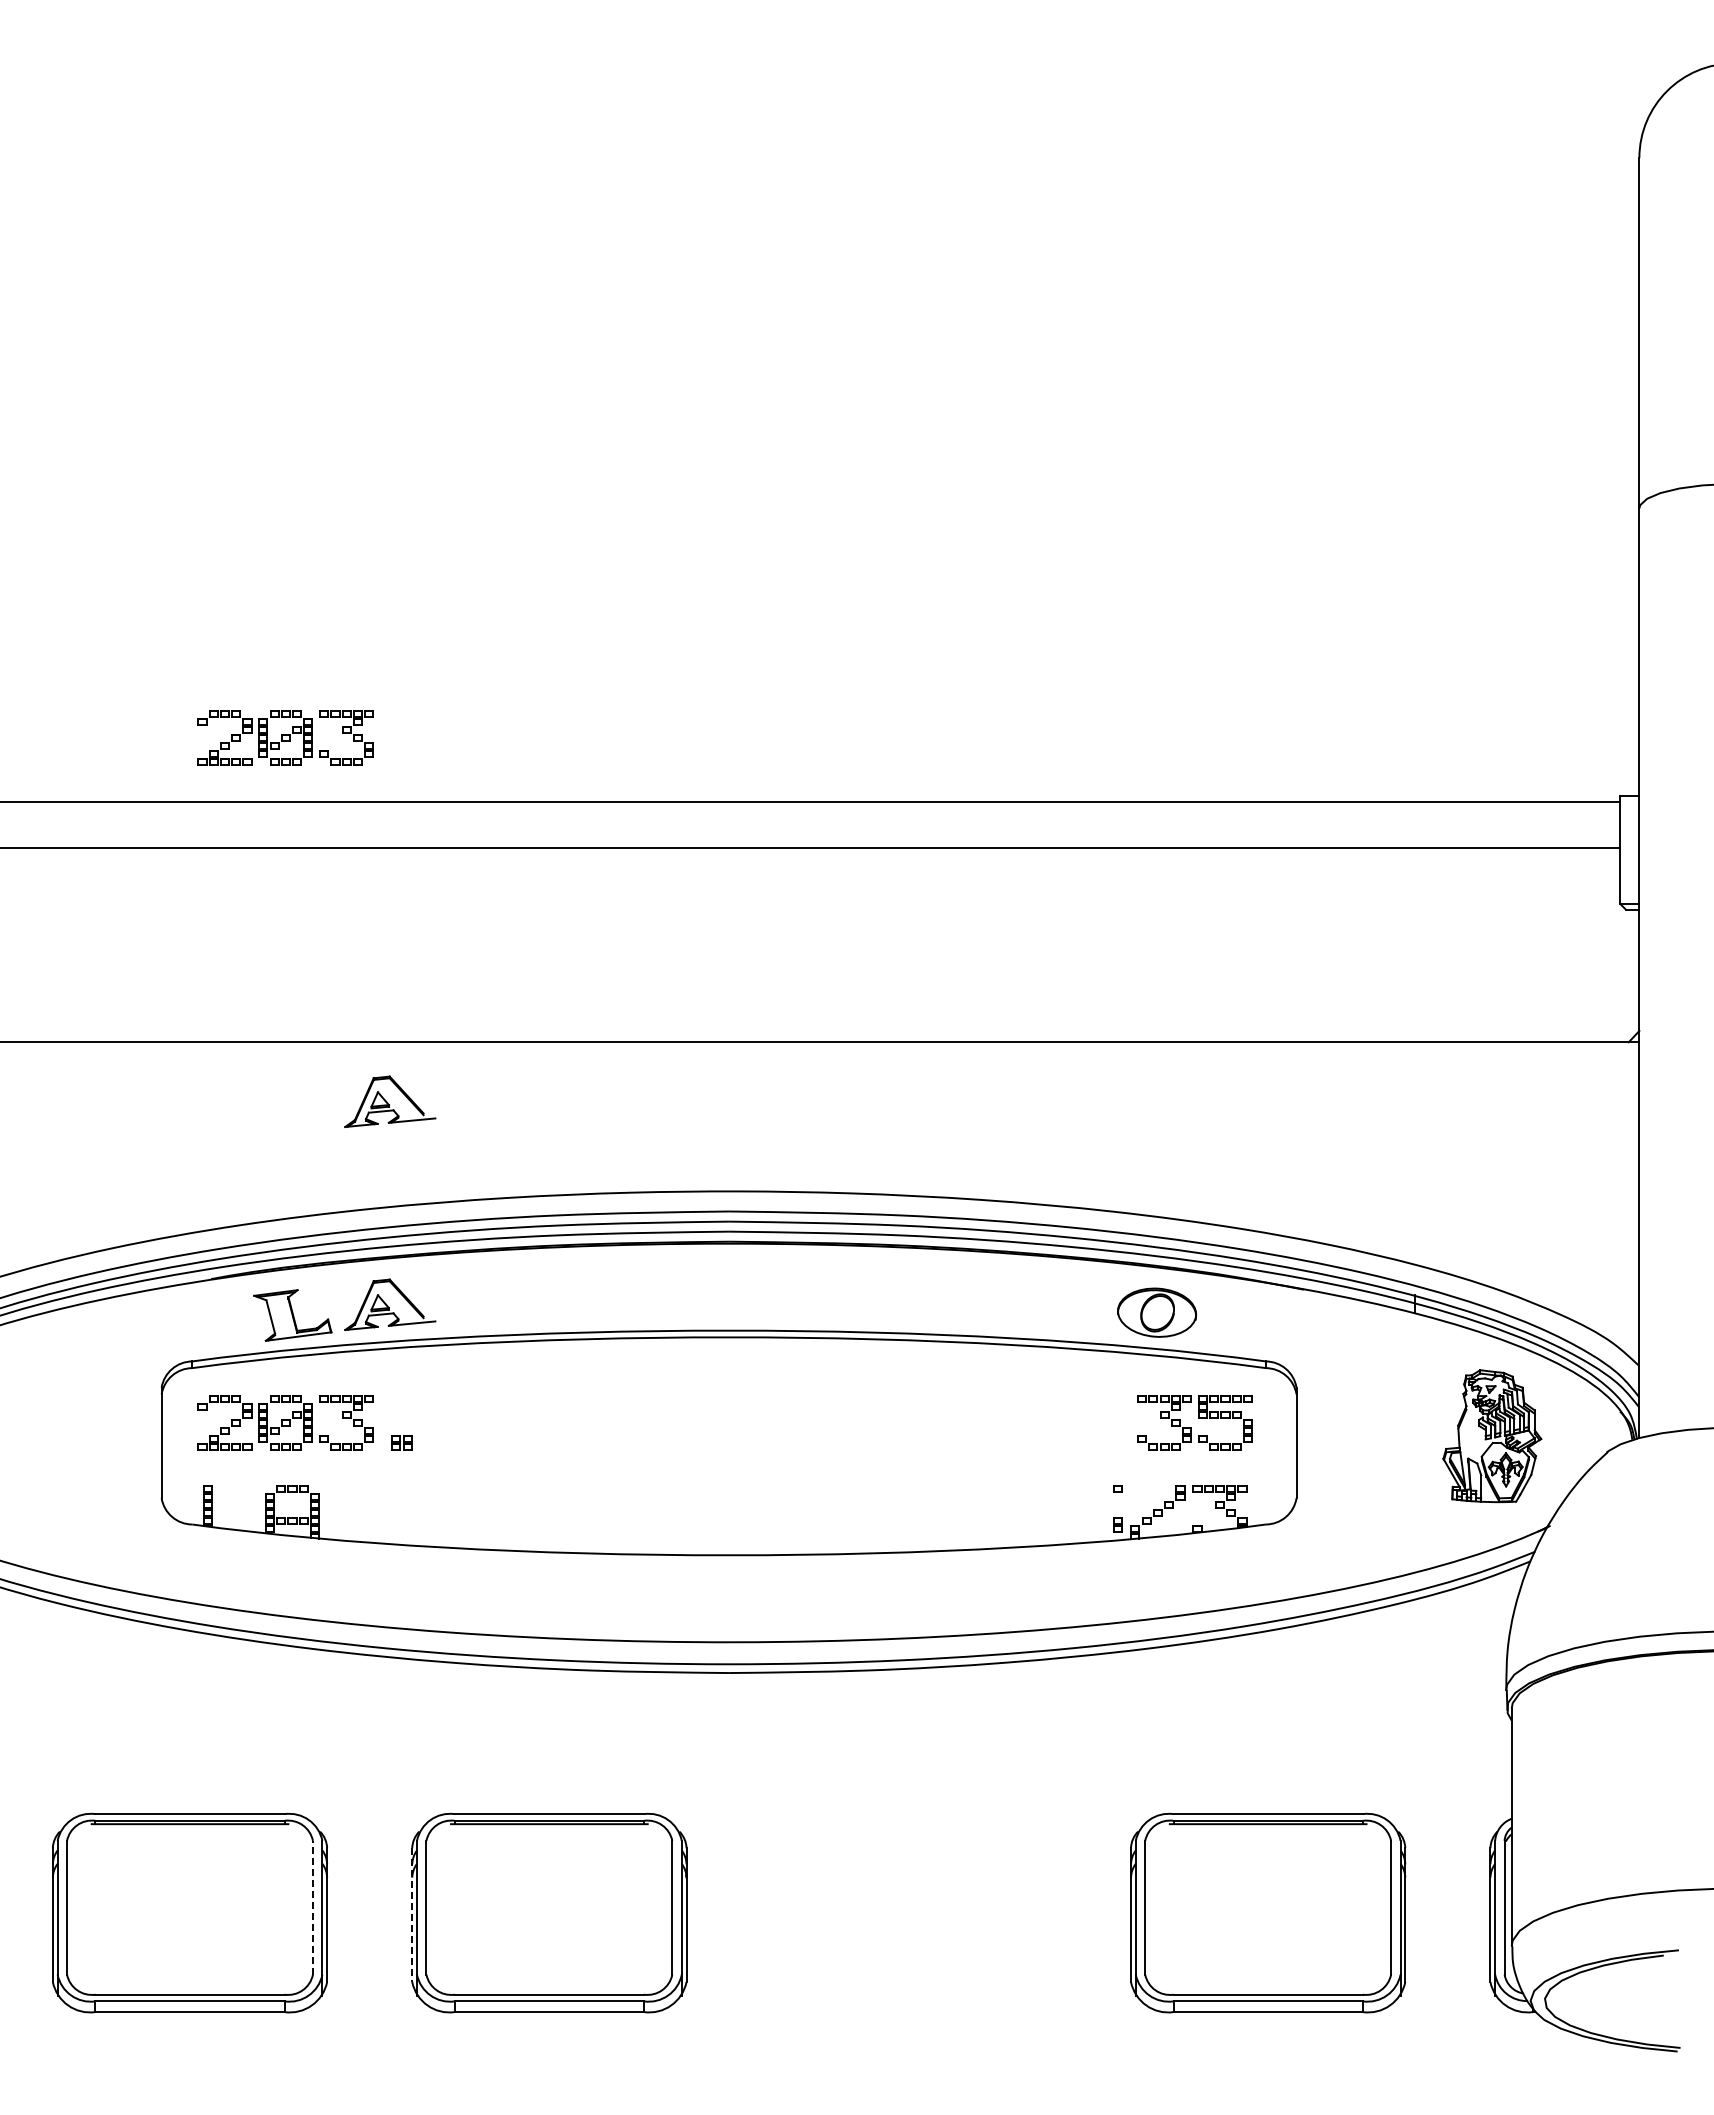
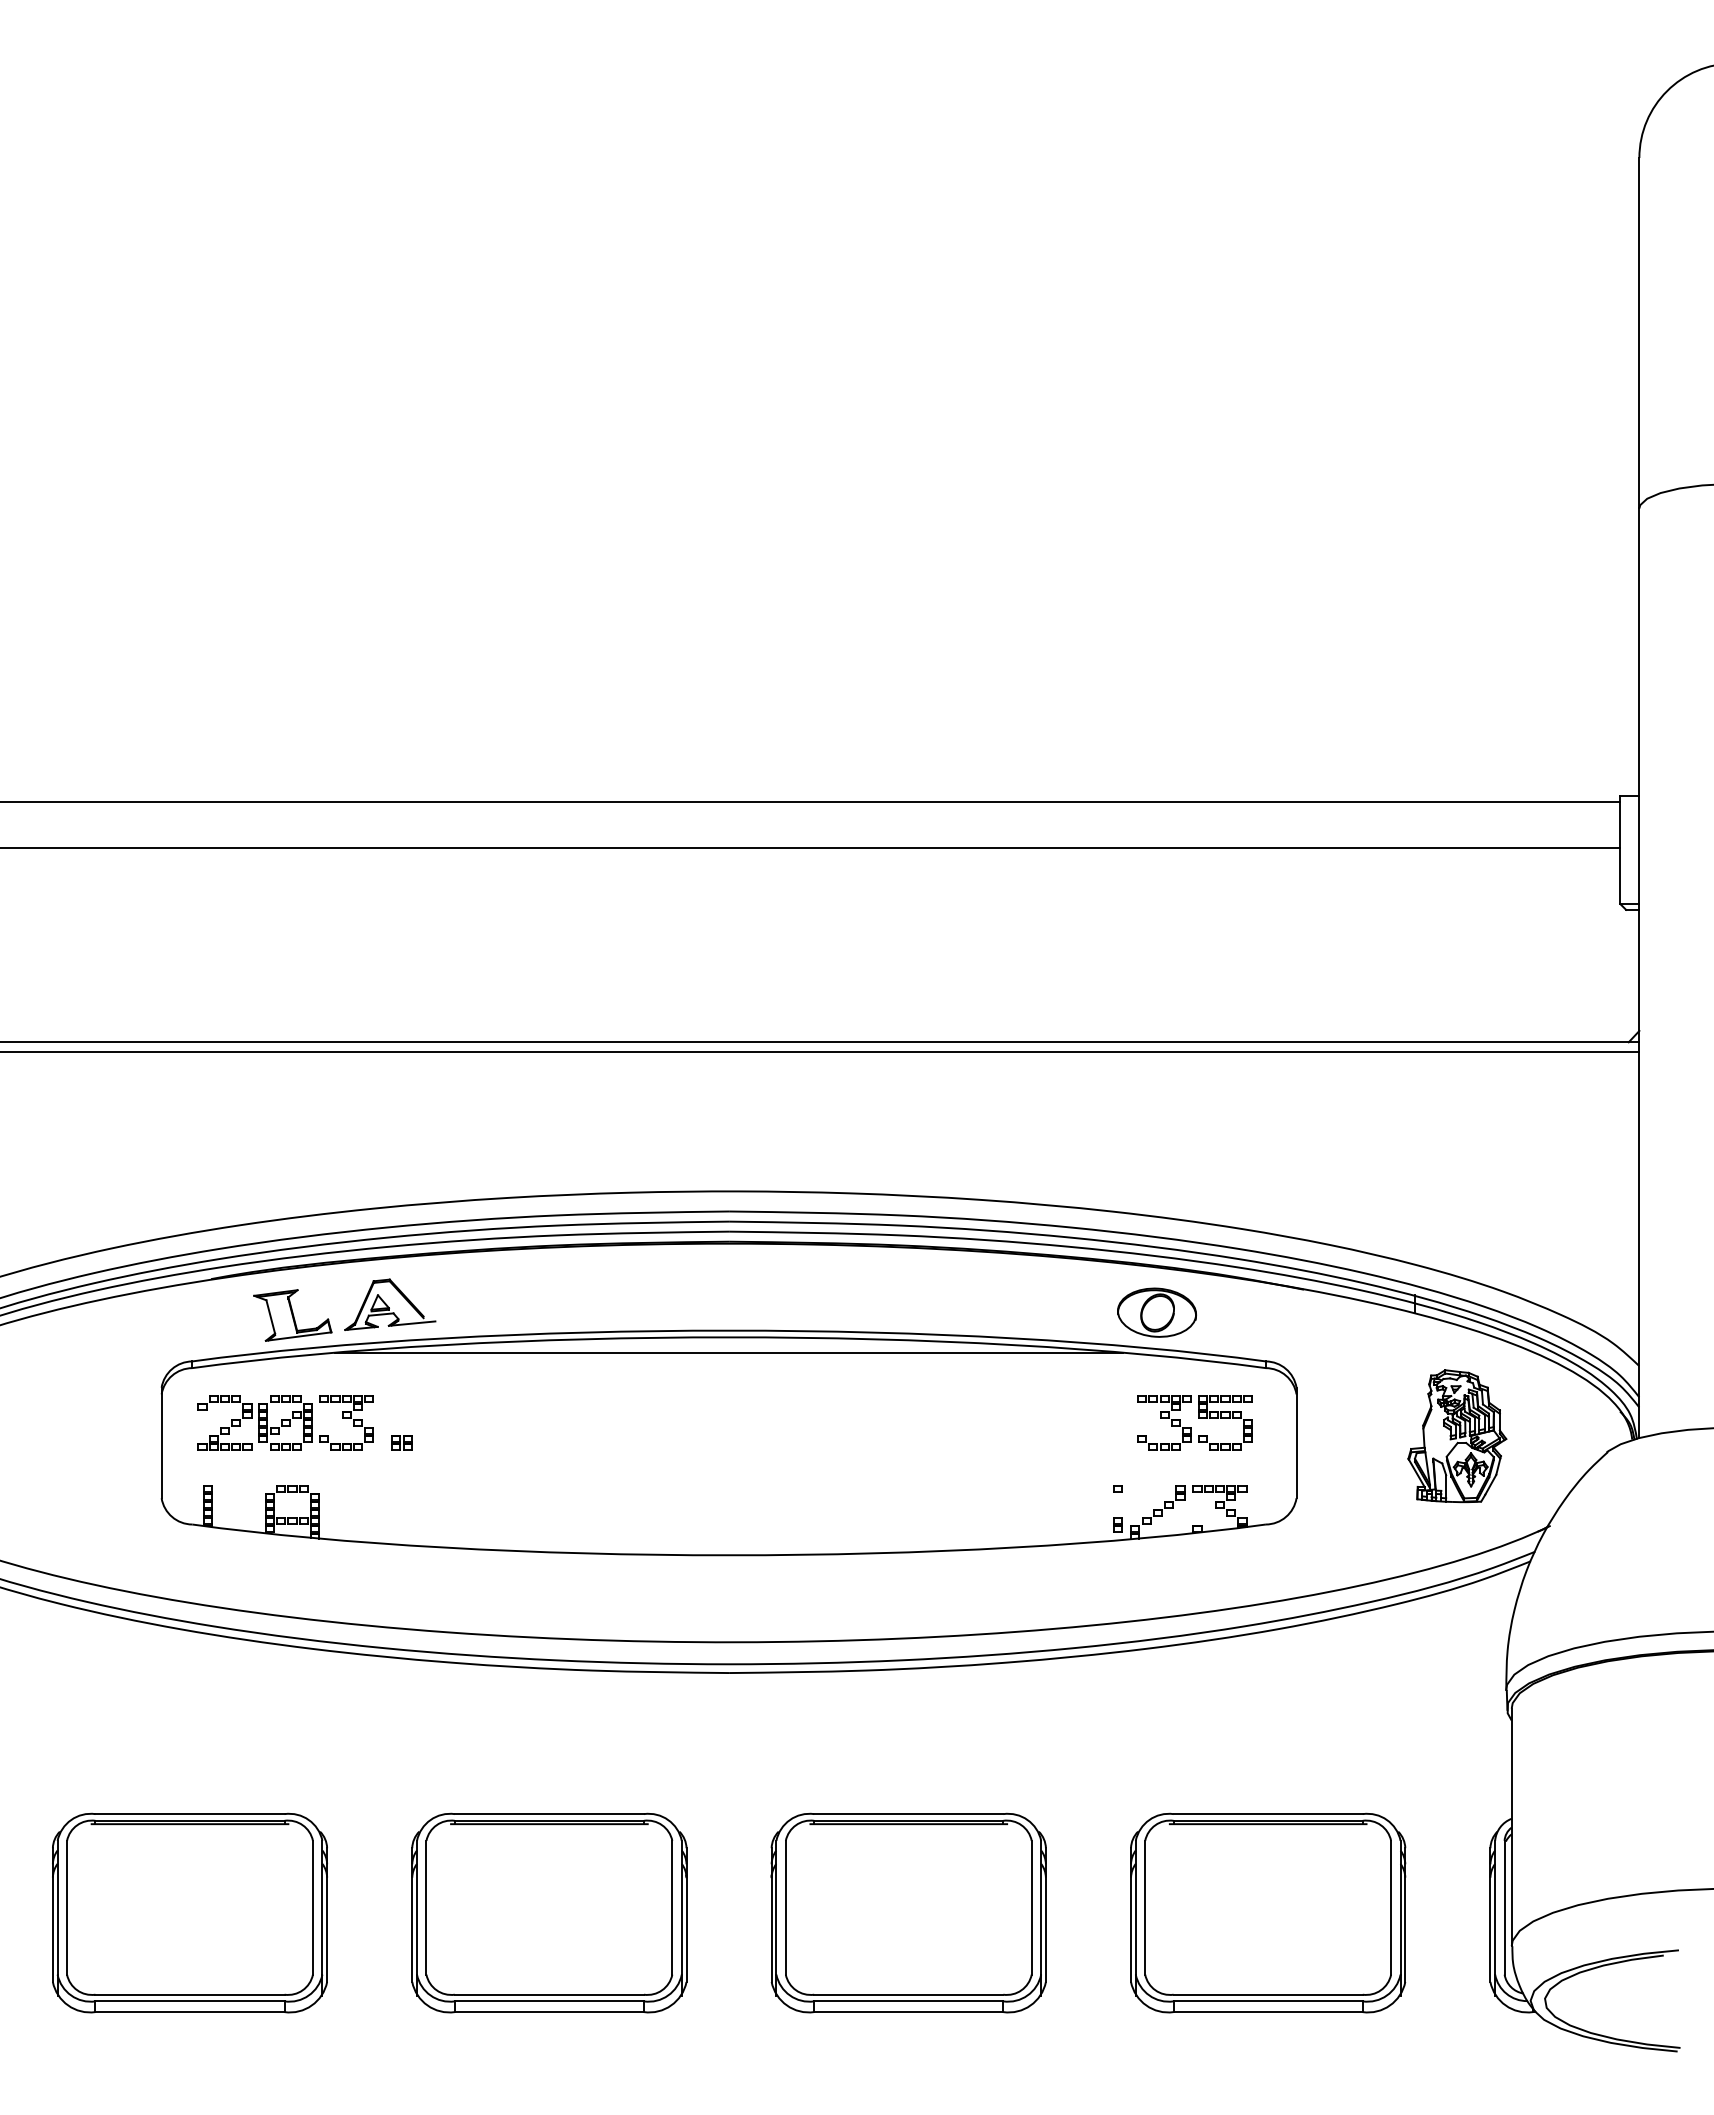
part at (285, 737): present -> none
line at (820, 1051): none -> present
part at (390, 1101): present -> none
line at (729, 1352): none -> present
part at (1492, 1436) position: (1492, 1436) -> (1457, 1436)
line at (312, 1907): dashed -> solid
part at (908, 1912): none -> present
line at (412, 1915): dashed -> solid
